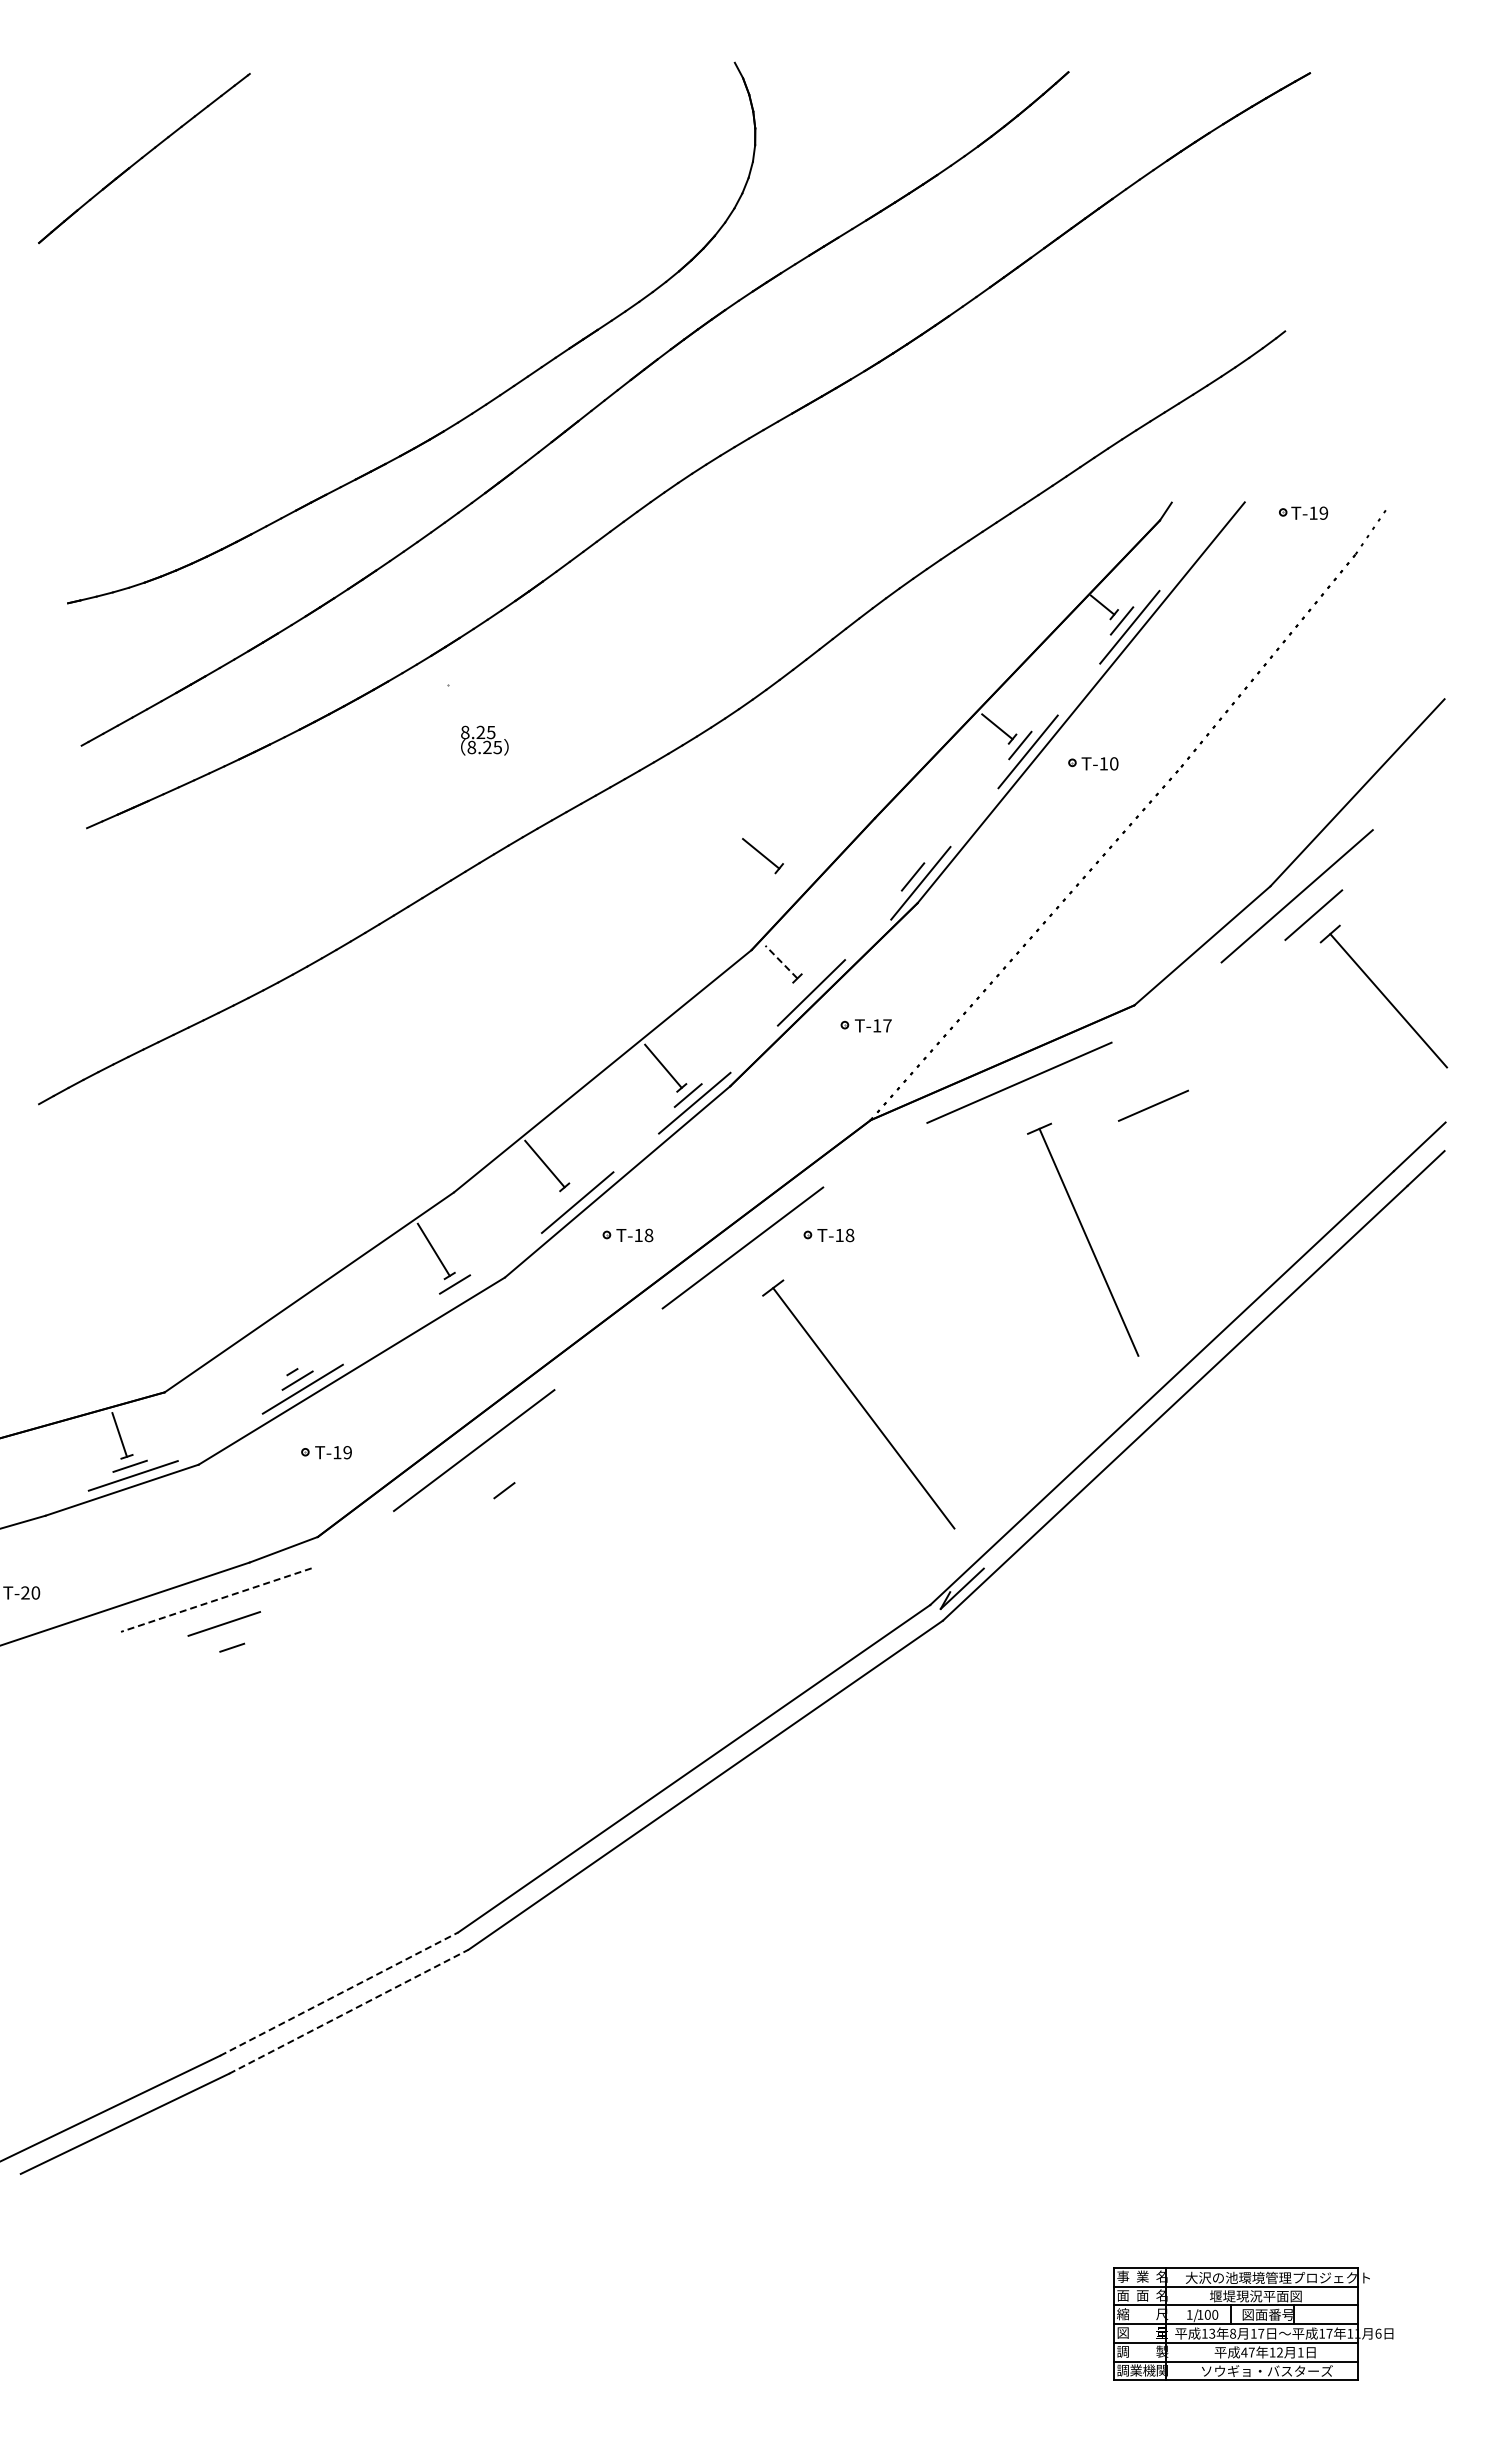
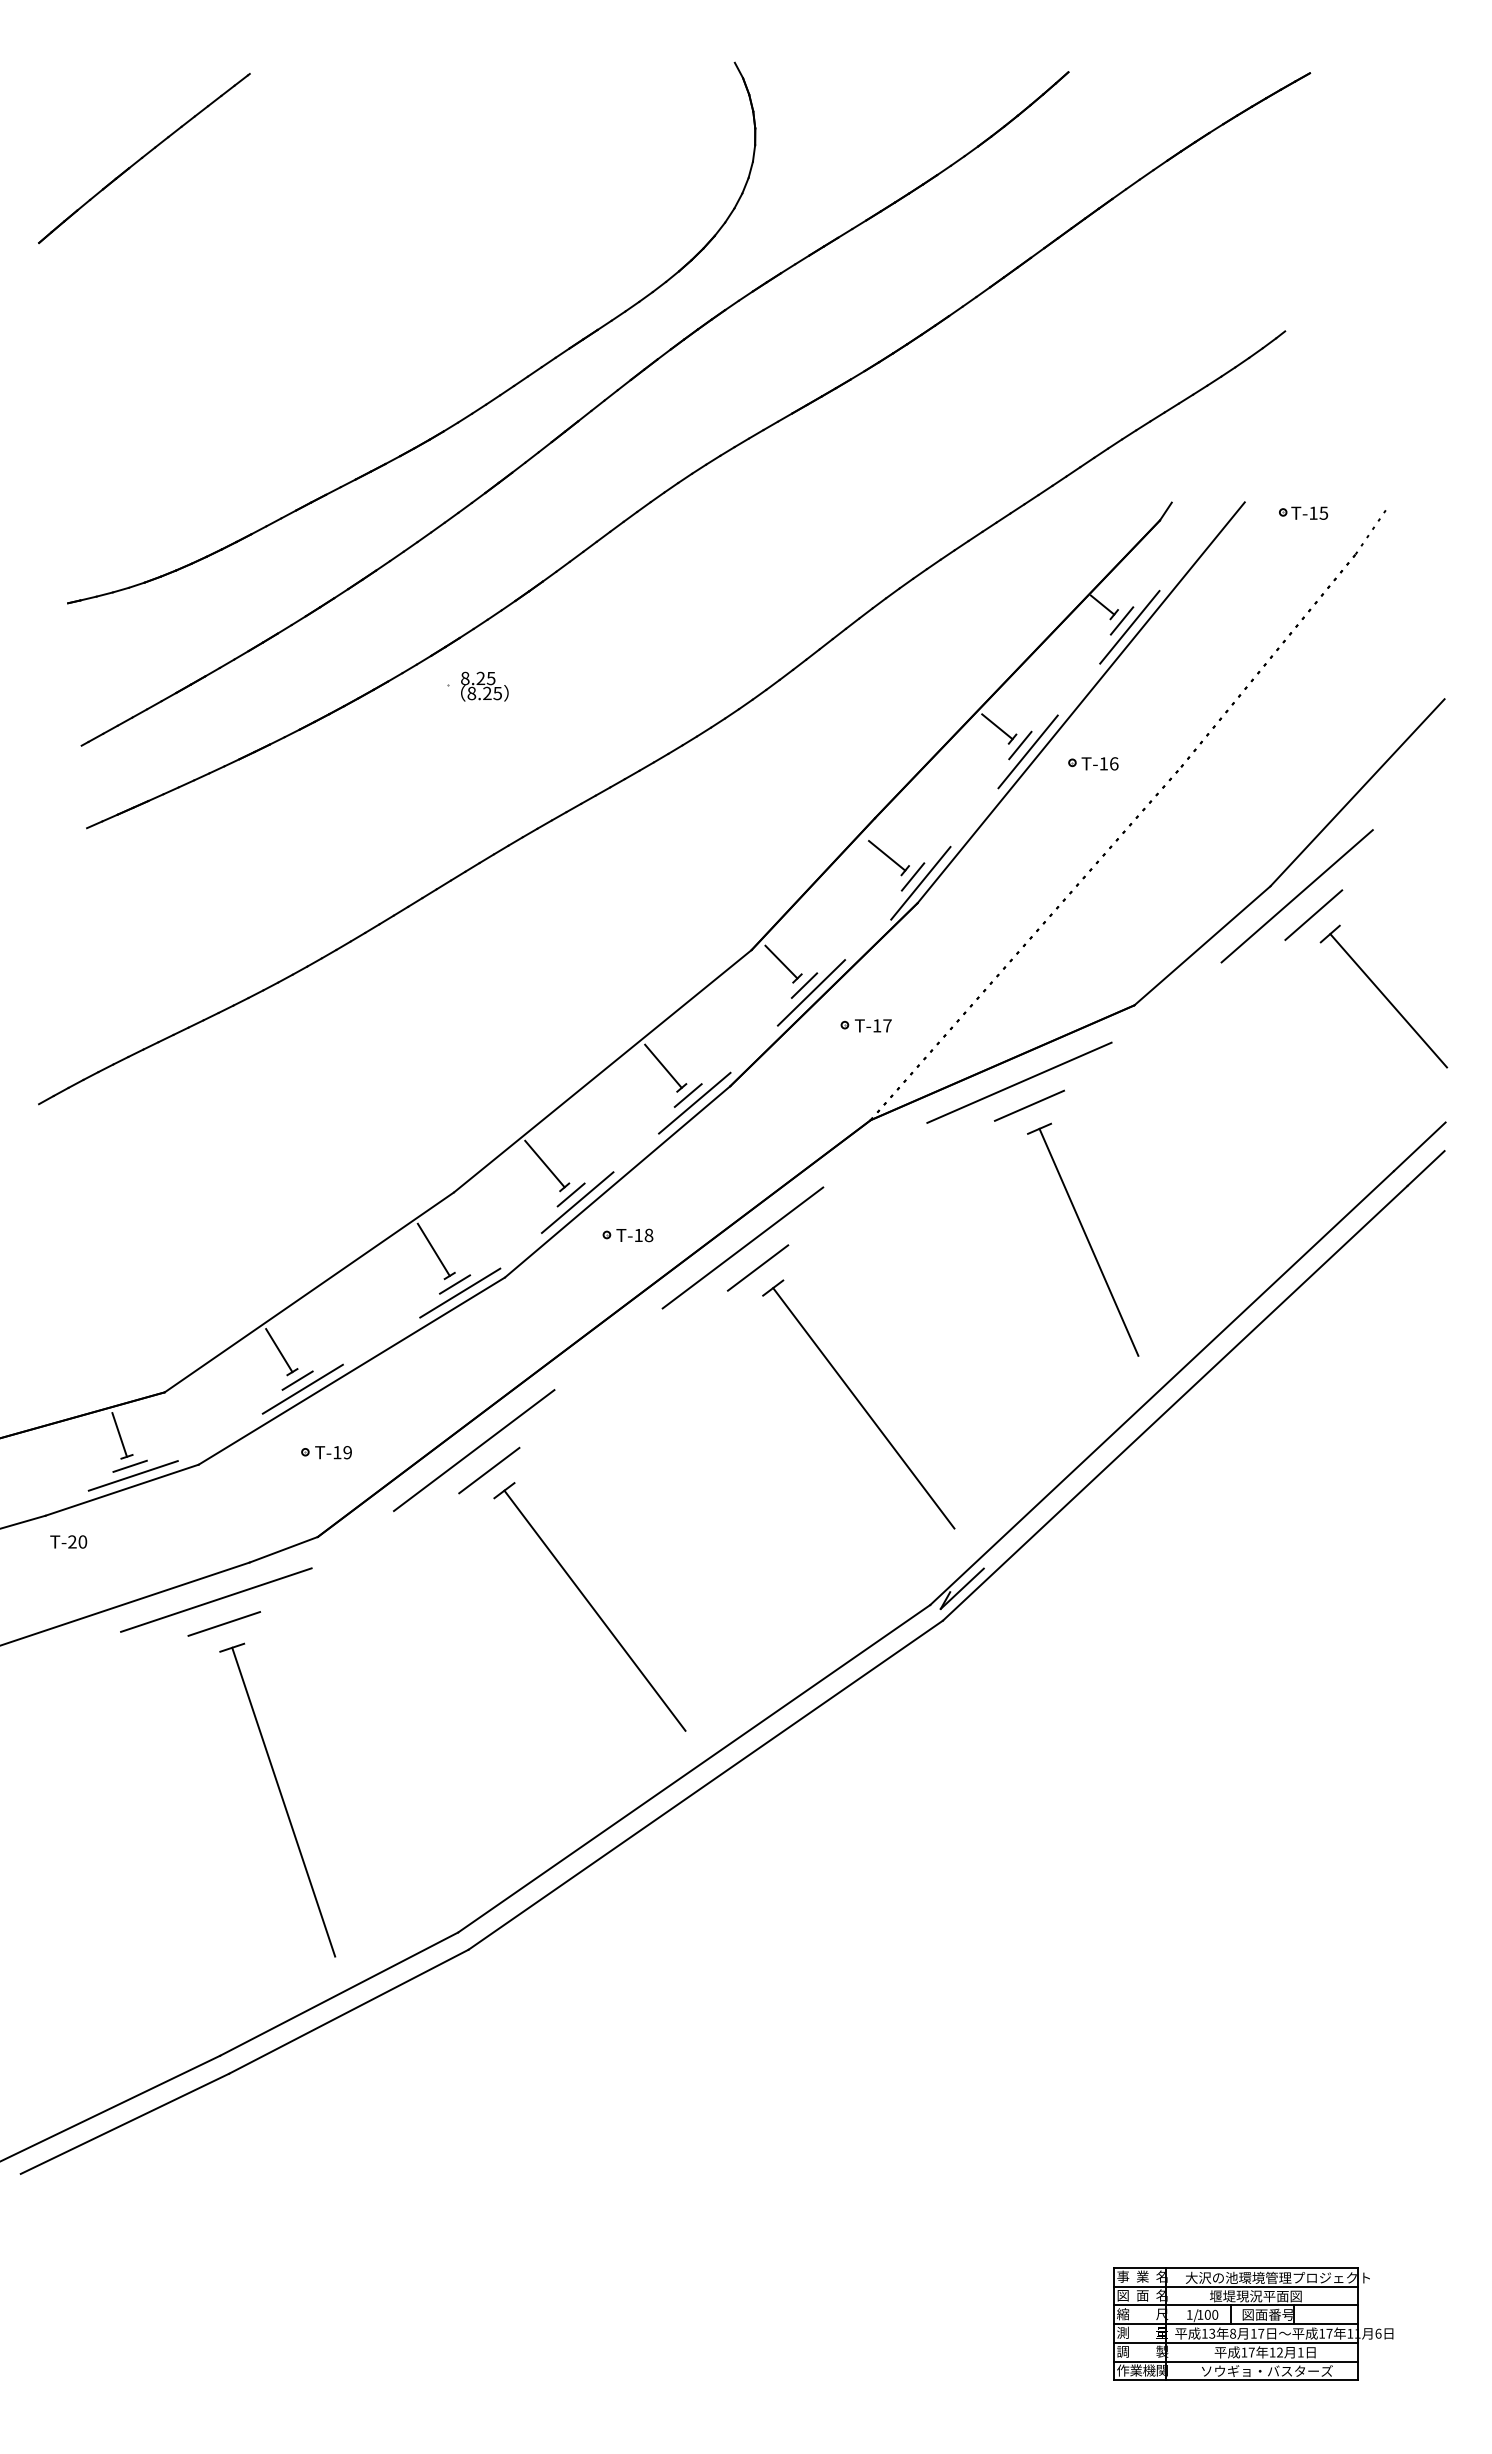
text at (1323, 512): T-19 -> T-15
text at (484, 740) position: (484, 740) -> (484, 686)
text at (1114, 763): T-10 -> T-16
part at (762, 856) position: (762, 856) -> (888, 858)
line at (781, 962): dashed -> solid
line at (804, 985): none -> present
line at (1153, 1105) position: (1153, 1105) -> (1029, 1105)
line at (570, 1194): none -> present
part at (828, 1235): present -> none
line at (757, 1267): none -> present
line at (460, 1292): none -> present
line at (279, 1350): none -> present
line at (489, 1470): none -> present
text at (21, 1592) position: (21, 1592) -> (68, 1541)
line at (215, 1600): dashed -> solid
line at (594, 1610): none -> present
line at (283, 1801): none -> present
line at (339, 1993): dashed -> solid
line at (348, 2011): dashed -> solid
text at (1123, 2295): 面 -> 図
text at (1122, 2332): 図 -> 測
text at (1244, 2352): 47 -> 17
text at (1123, 2370): 調 -> 作
